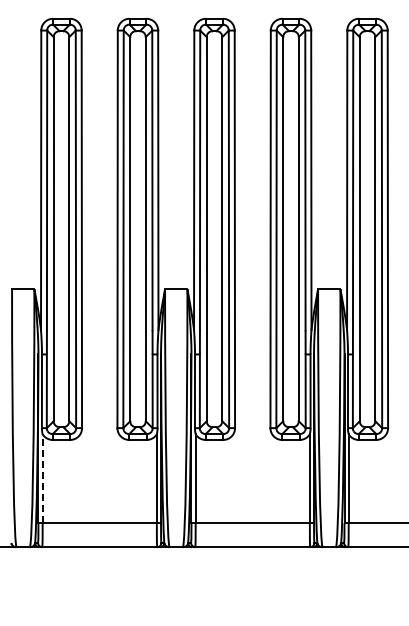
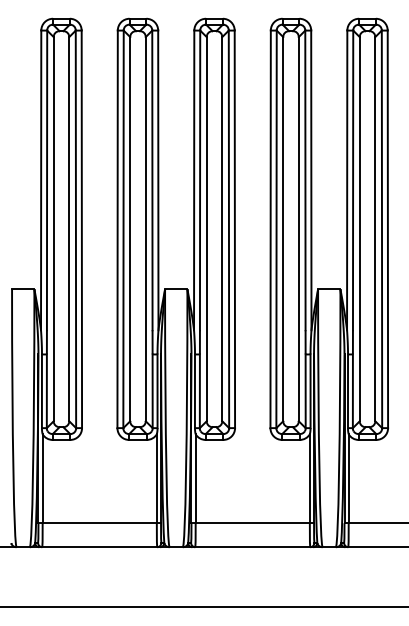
line at (42, 478): dashed -> solid
line at (203, 607): none -> present
